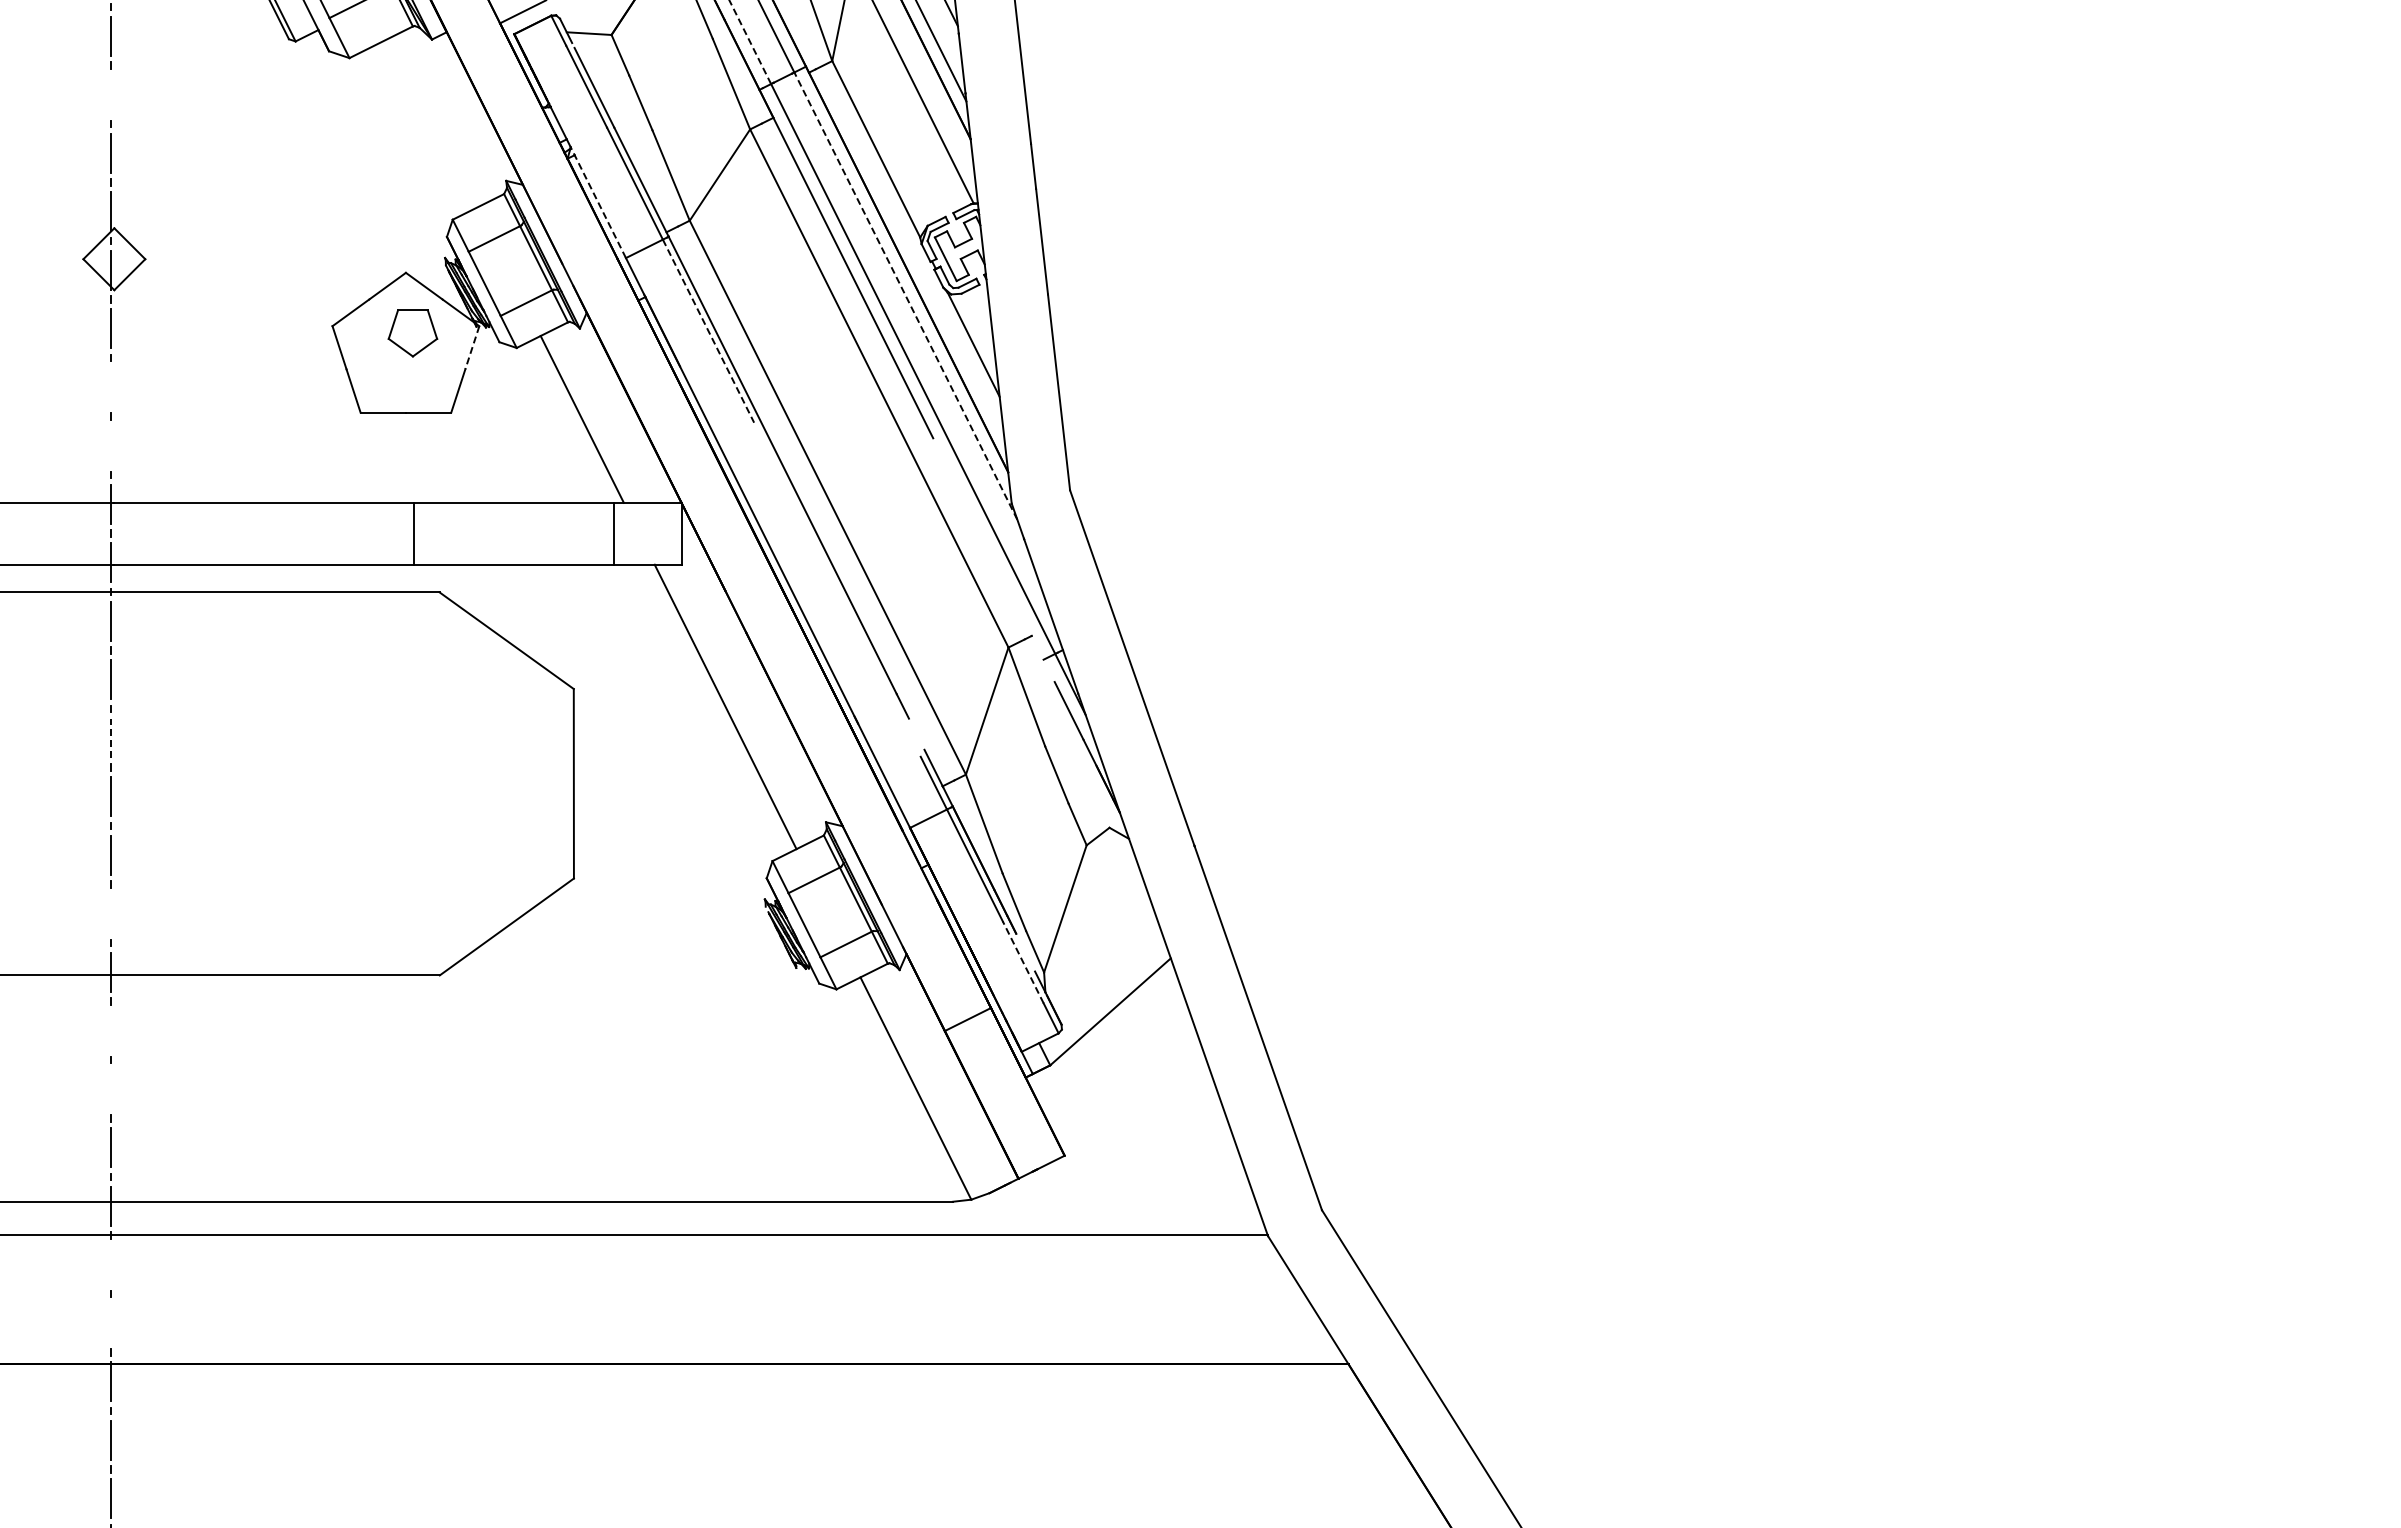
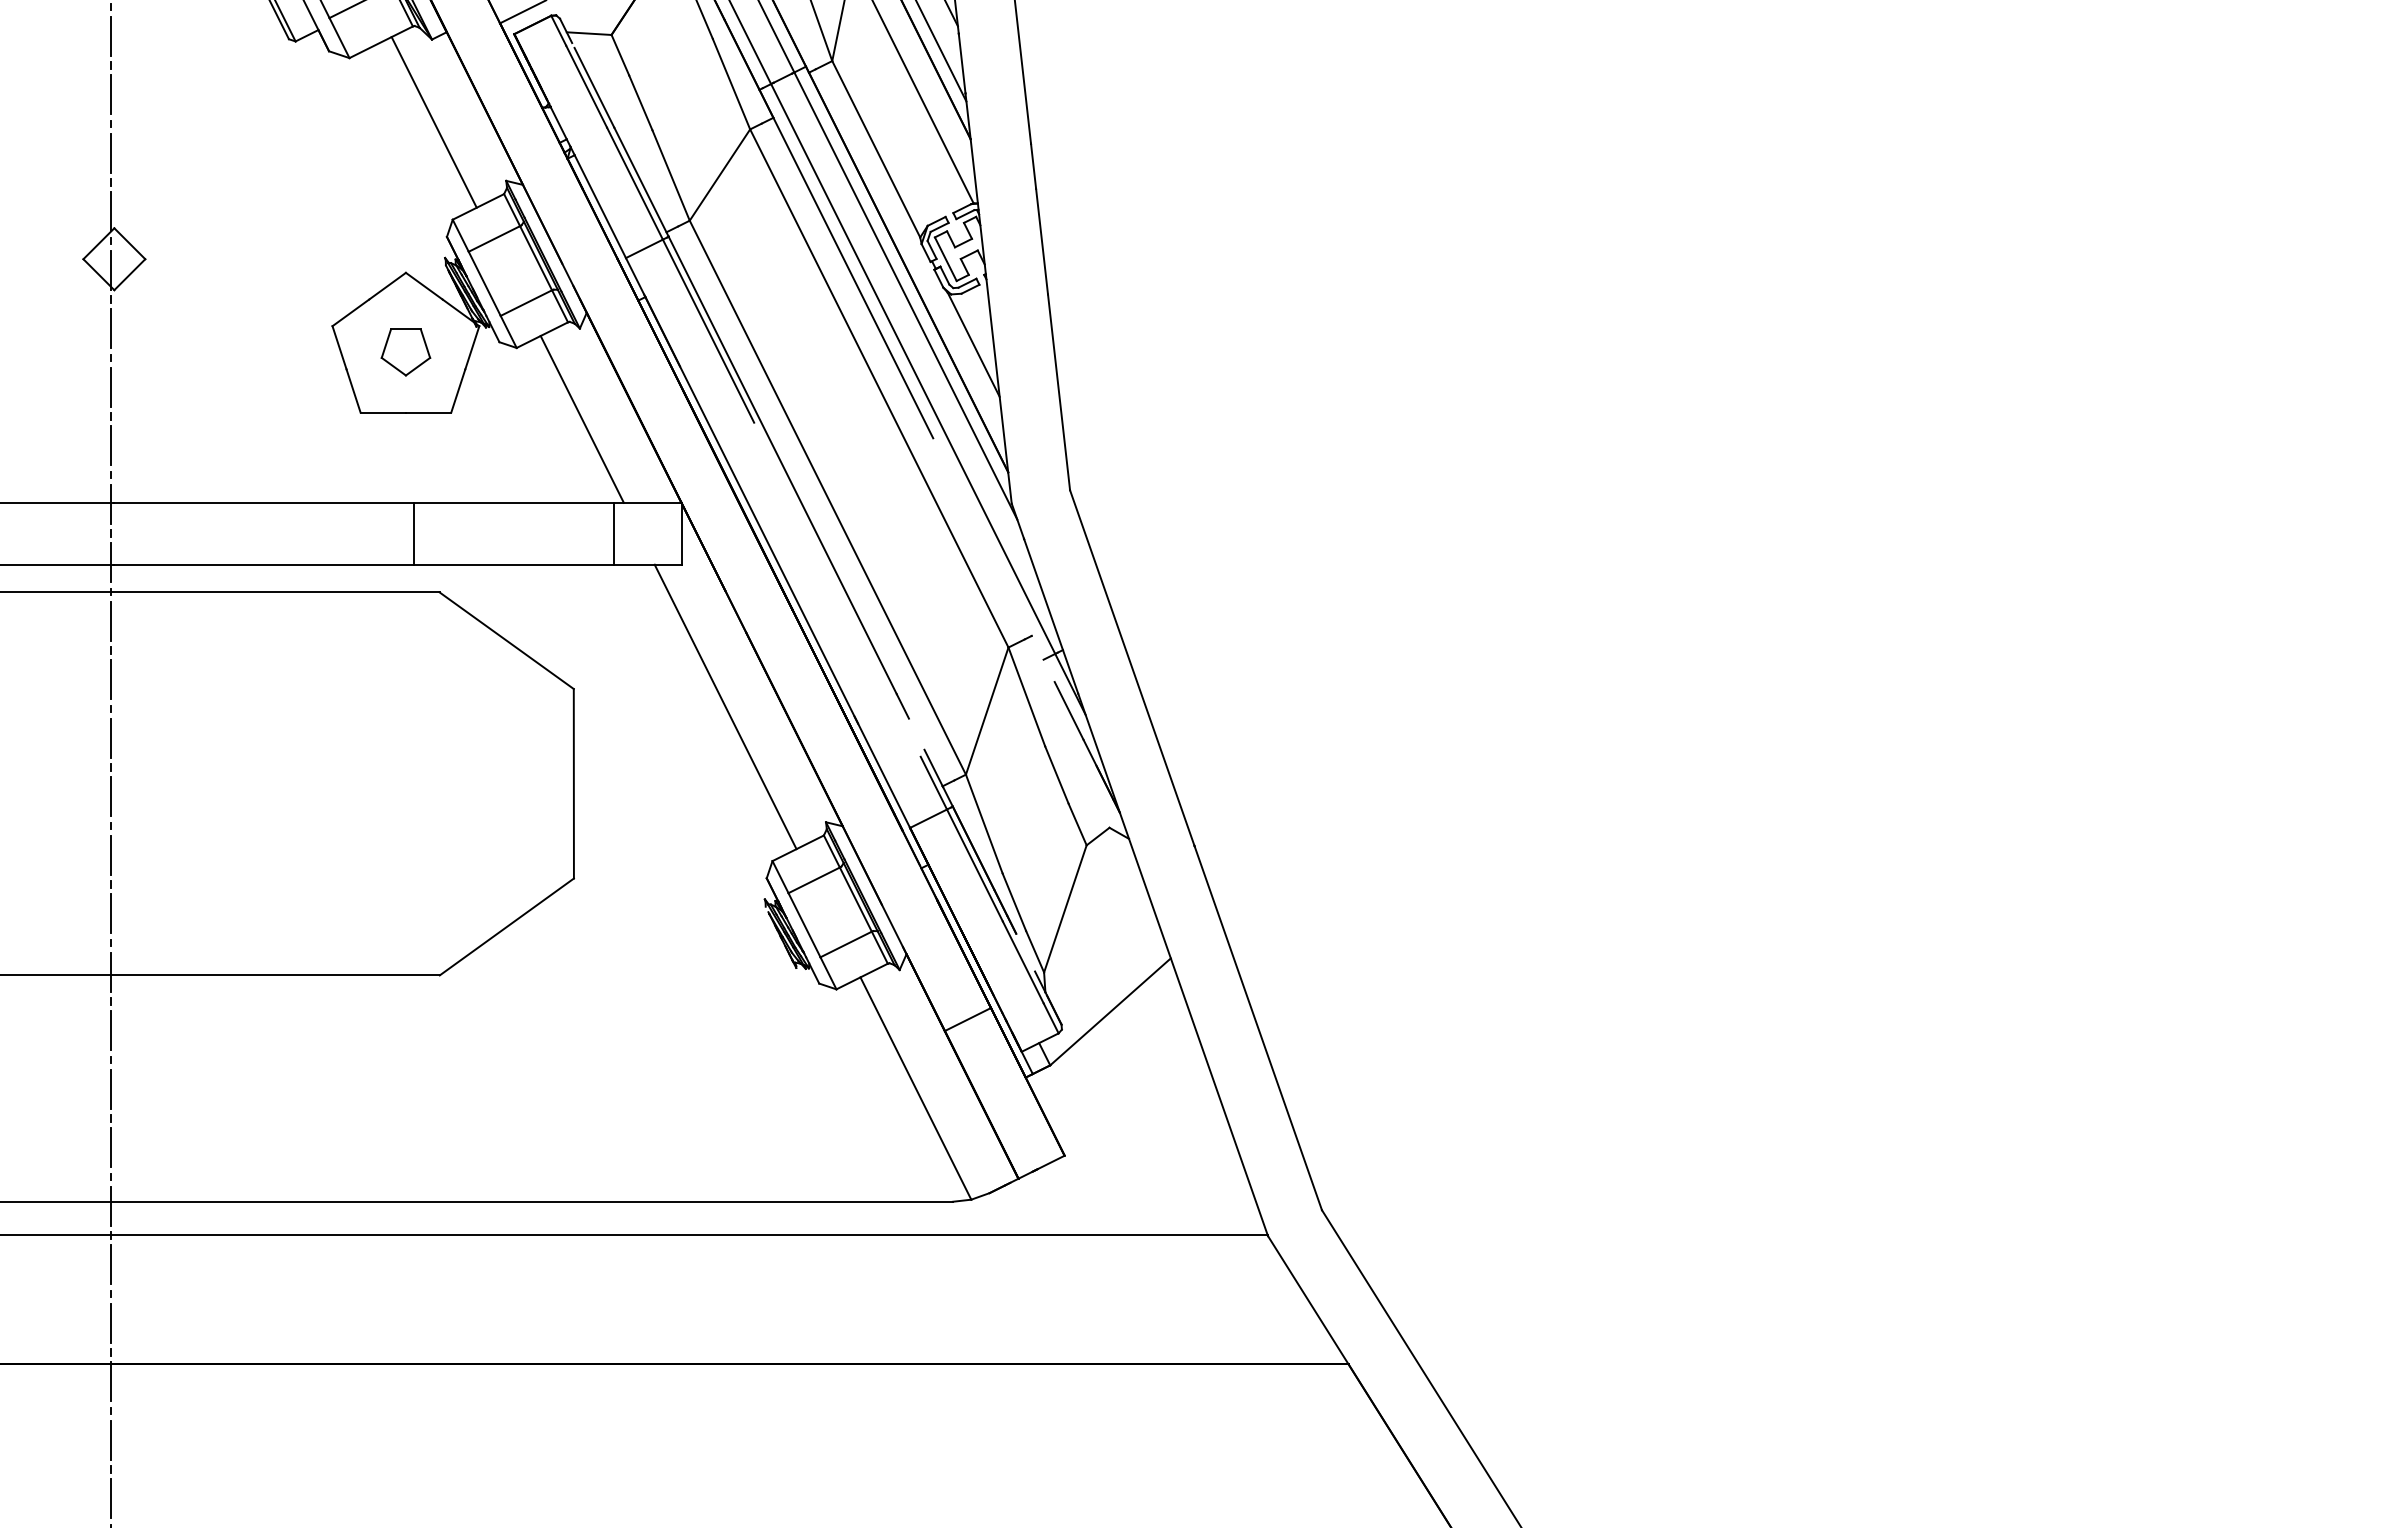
line at (750, 42): dashed -> solid
line at (111, 94): none -> present
line at (433, 122): none -> present
line at (598, 202): dashed -> solid
line at (905, 296): dashed -> solid
line at (708, 331): dashed -> solid
part at (412, 333) position: (412, 333) -> (405, 352)
line at (472, 347): dashed -> solid
line at (111, 386): none -> present
line at (111, 445): none -> present
line at (111, 738): dashed -> solid
line at (111, 913): none -> present
line at (1023, 962): dashed -> solid
line at (111, 1030): none -> present
line at (111, 1088): none -> present
line at (111, 1264): none -> present
line at (111, 1322): none -> present
